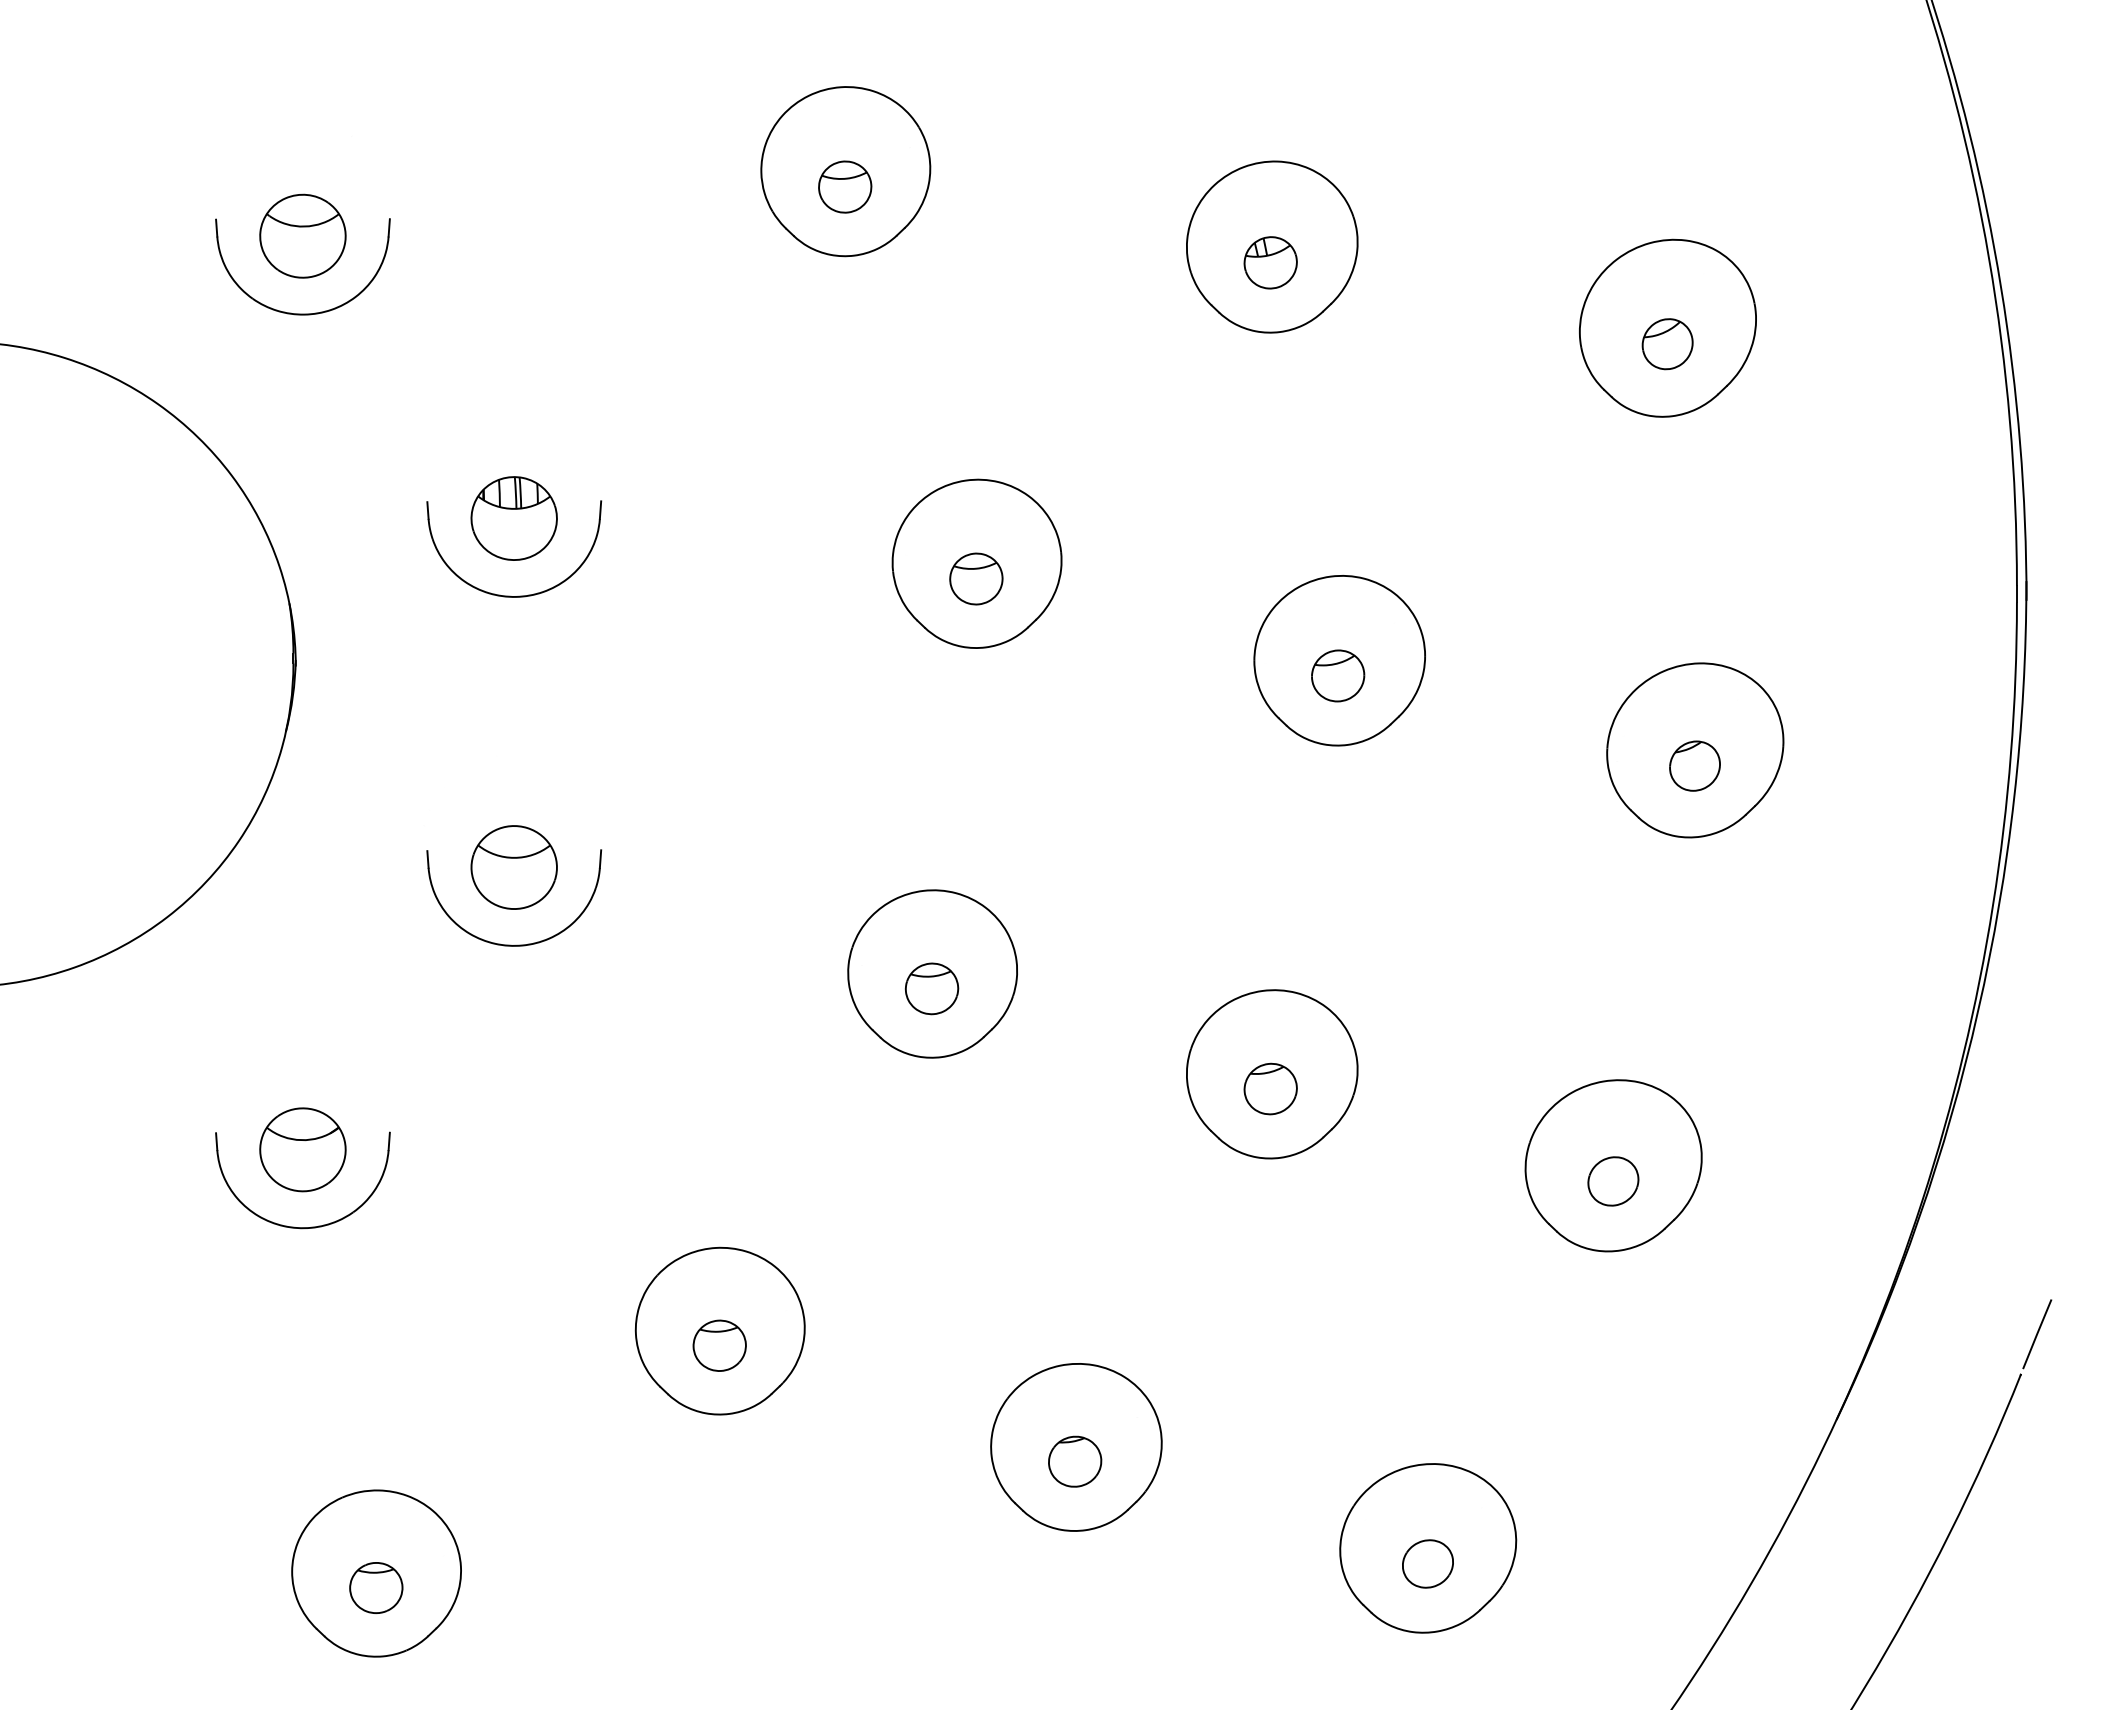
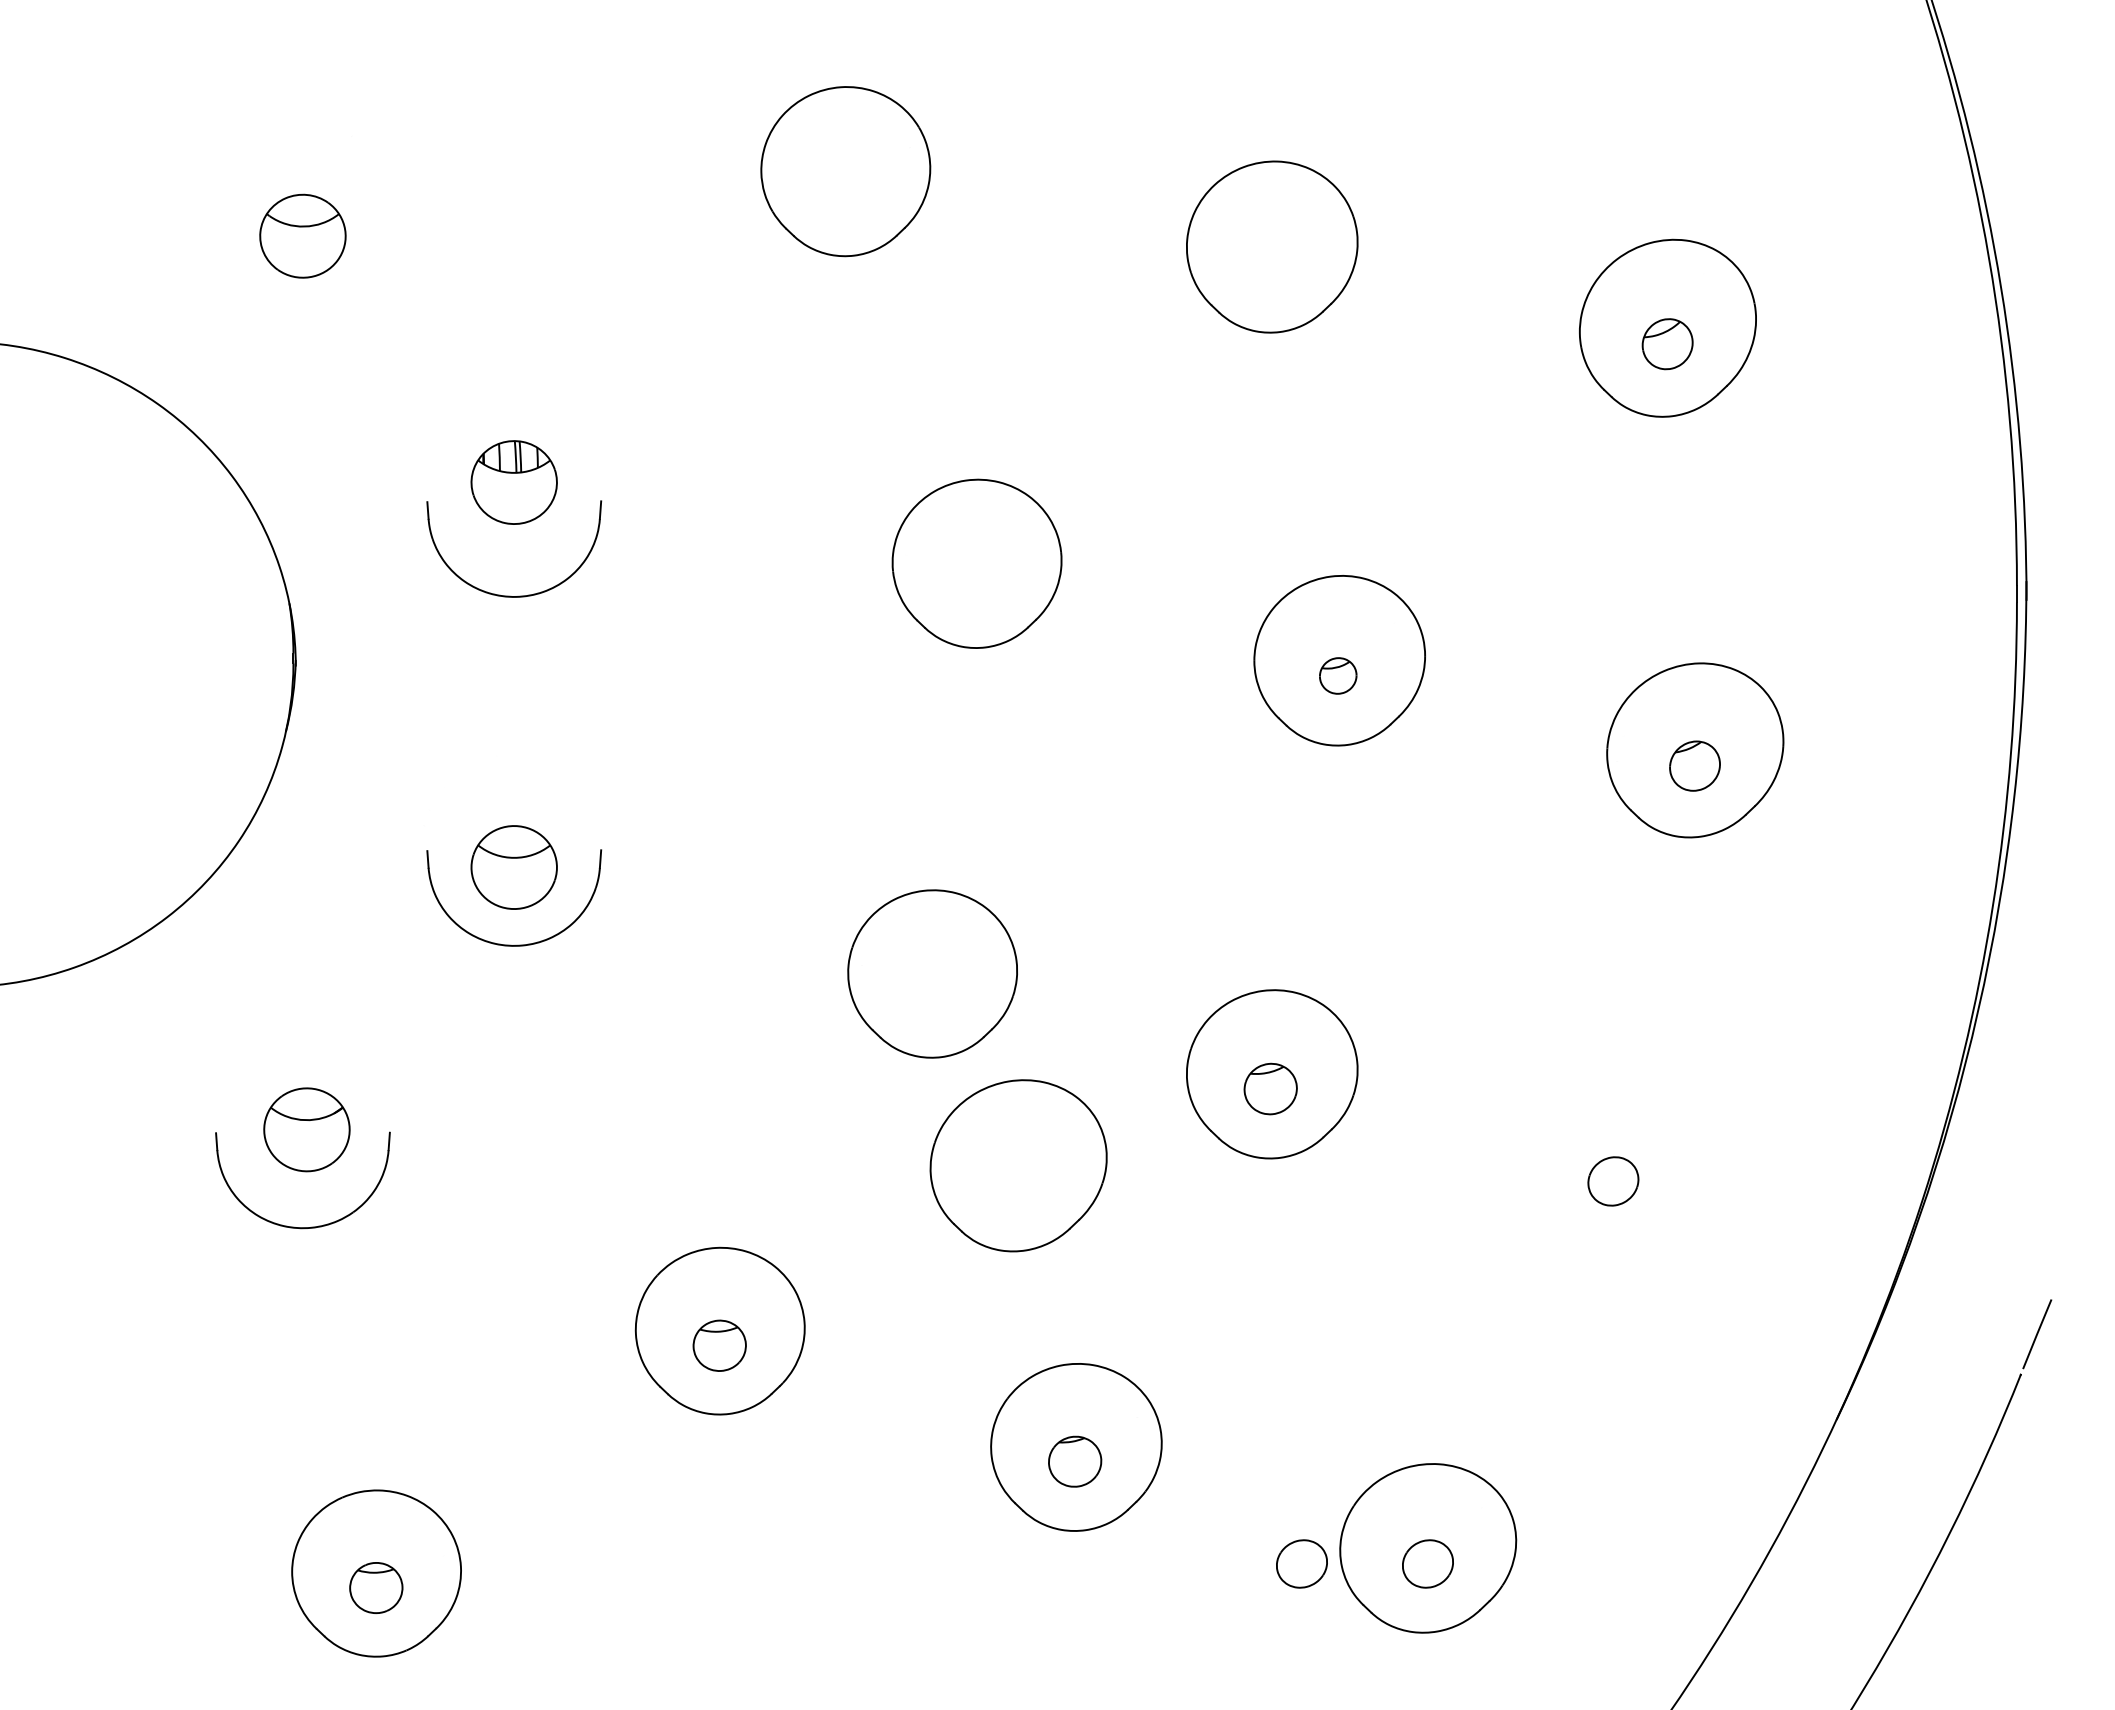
part at (845, 186): present -> none
part at (1270, 262): present -> none
part at (302, 313): present -> none
part at (513, 518) position: (513, 518) -> (513, 482)
part at (976, 578): present -> none
part at (1338, 675) size: 55x54 px -> 39x38 px
part at (931, 988): present -> none
part at (302, 1149) position: (302, 1149) -> (306, 1129)
part at (1613, 1165) position: (1613, 1165) -> (1018, 1165)
part at (1301, 1563): none -> present
